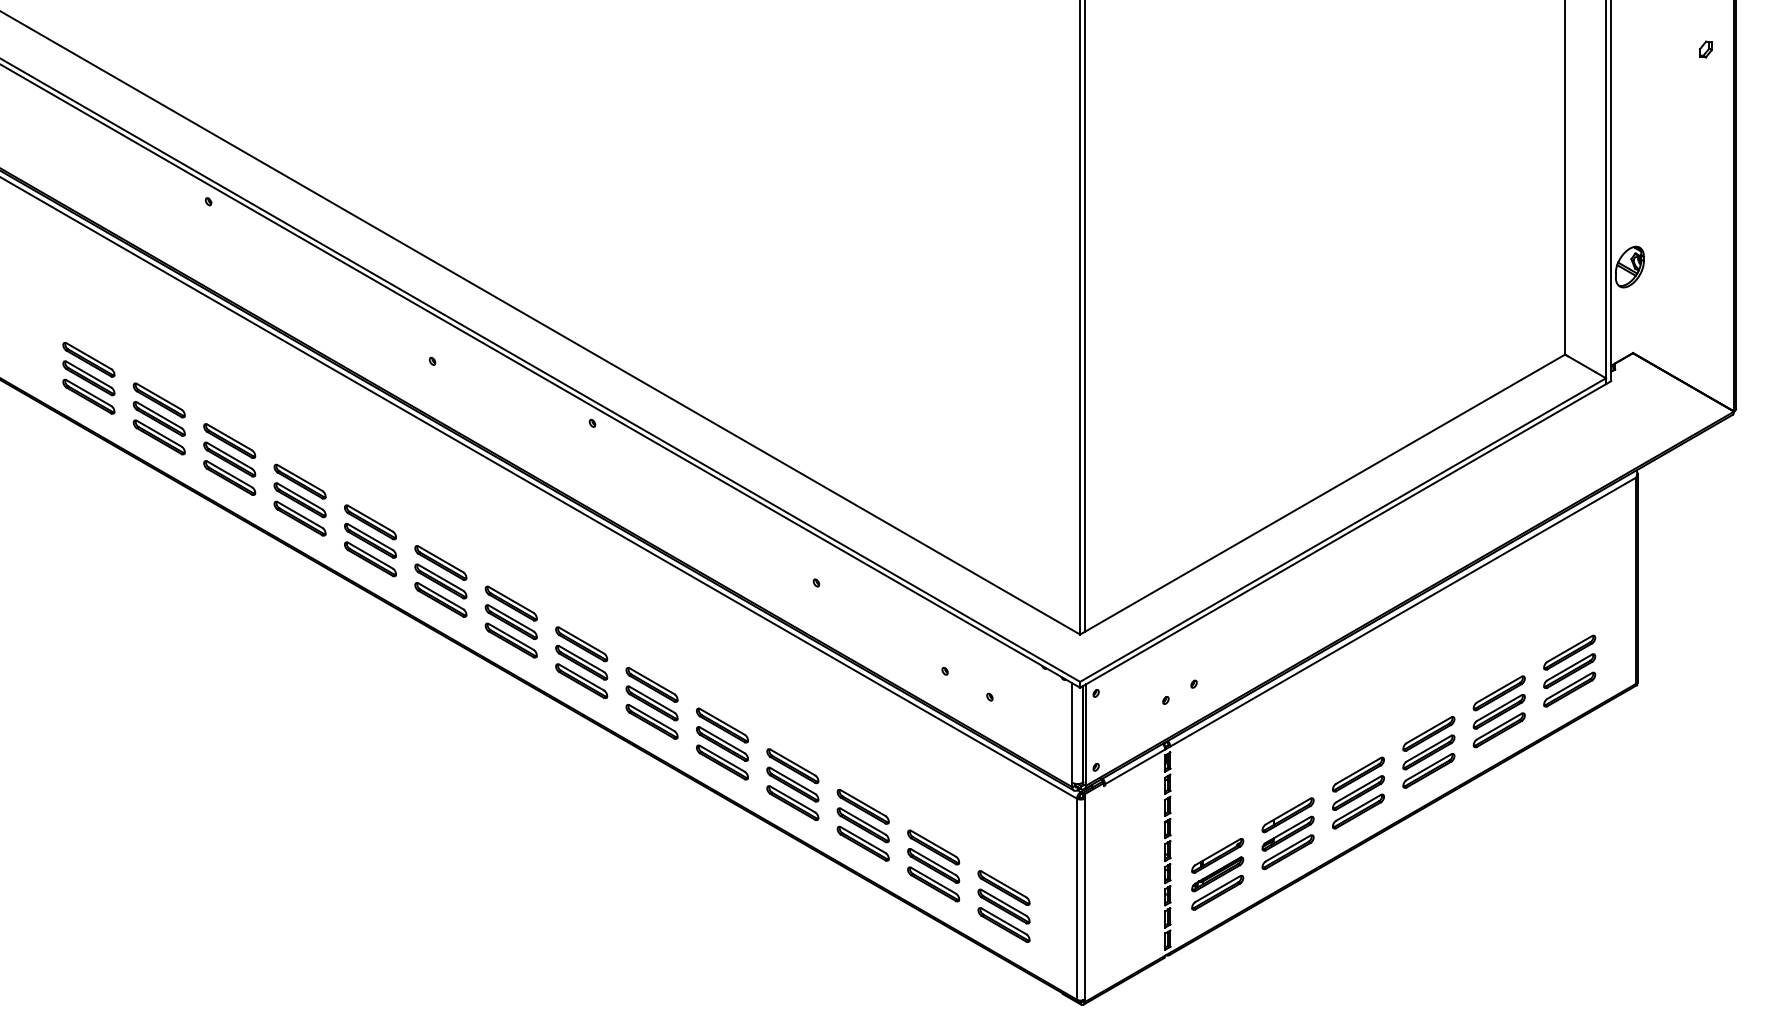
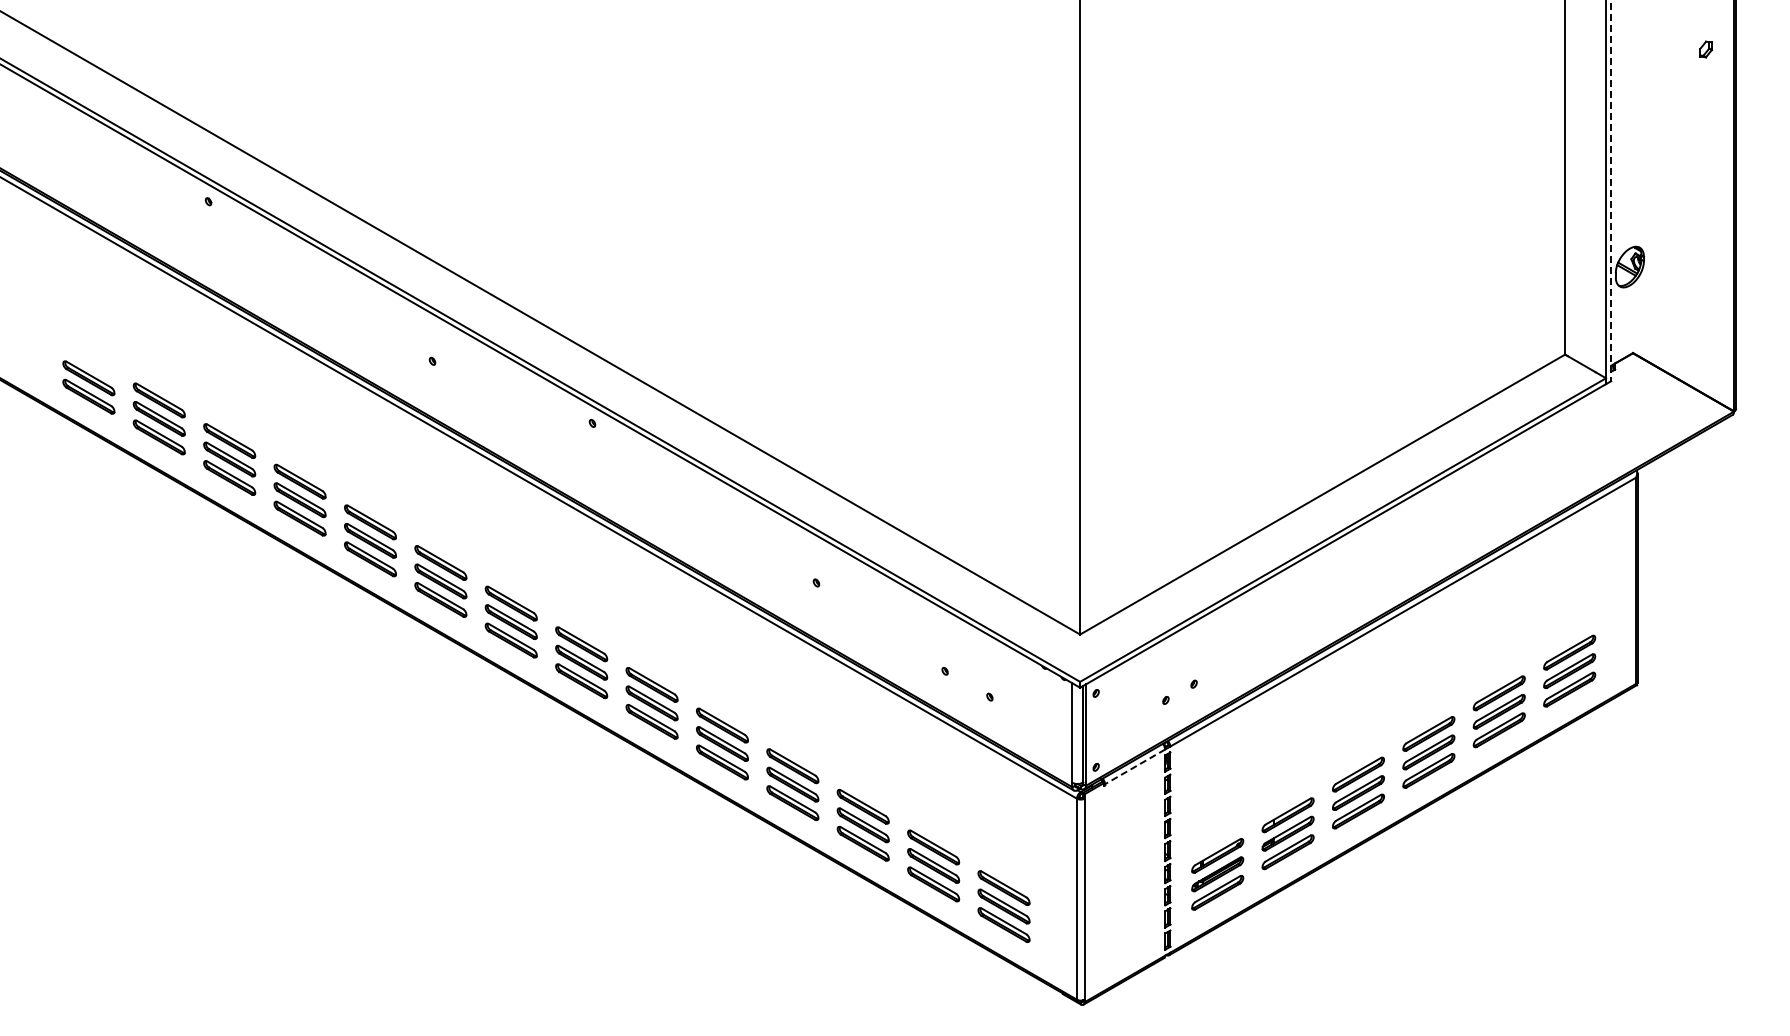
line at (1611, 191): solid -> dashed
line at (1085, 316): present -> none
part at (88, 359): present -> none
line at (1135, 766): solid -> dashed
